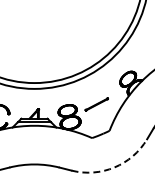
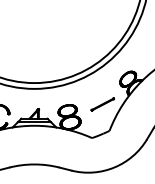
line at (96, 104) position: (96, 104) -> (102, 104)
arc at (114, 167): dashed -> solid
